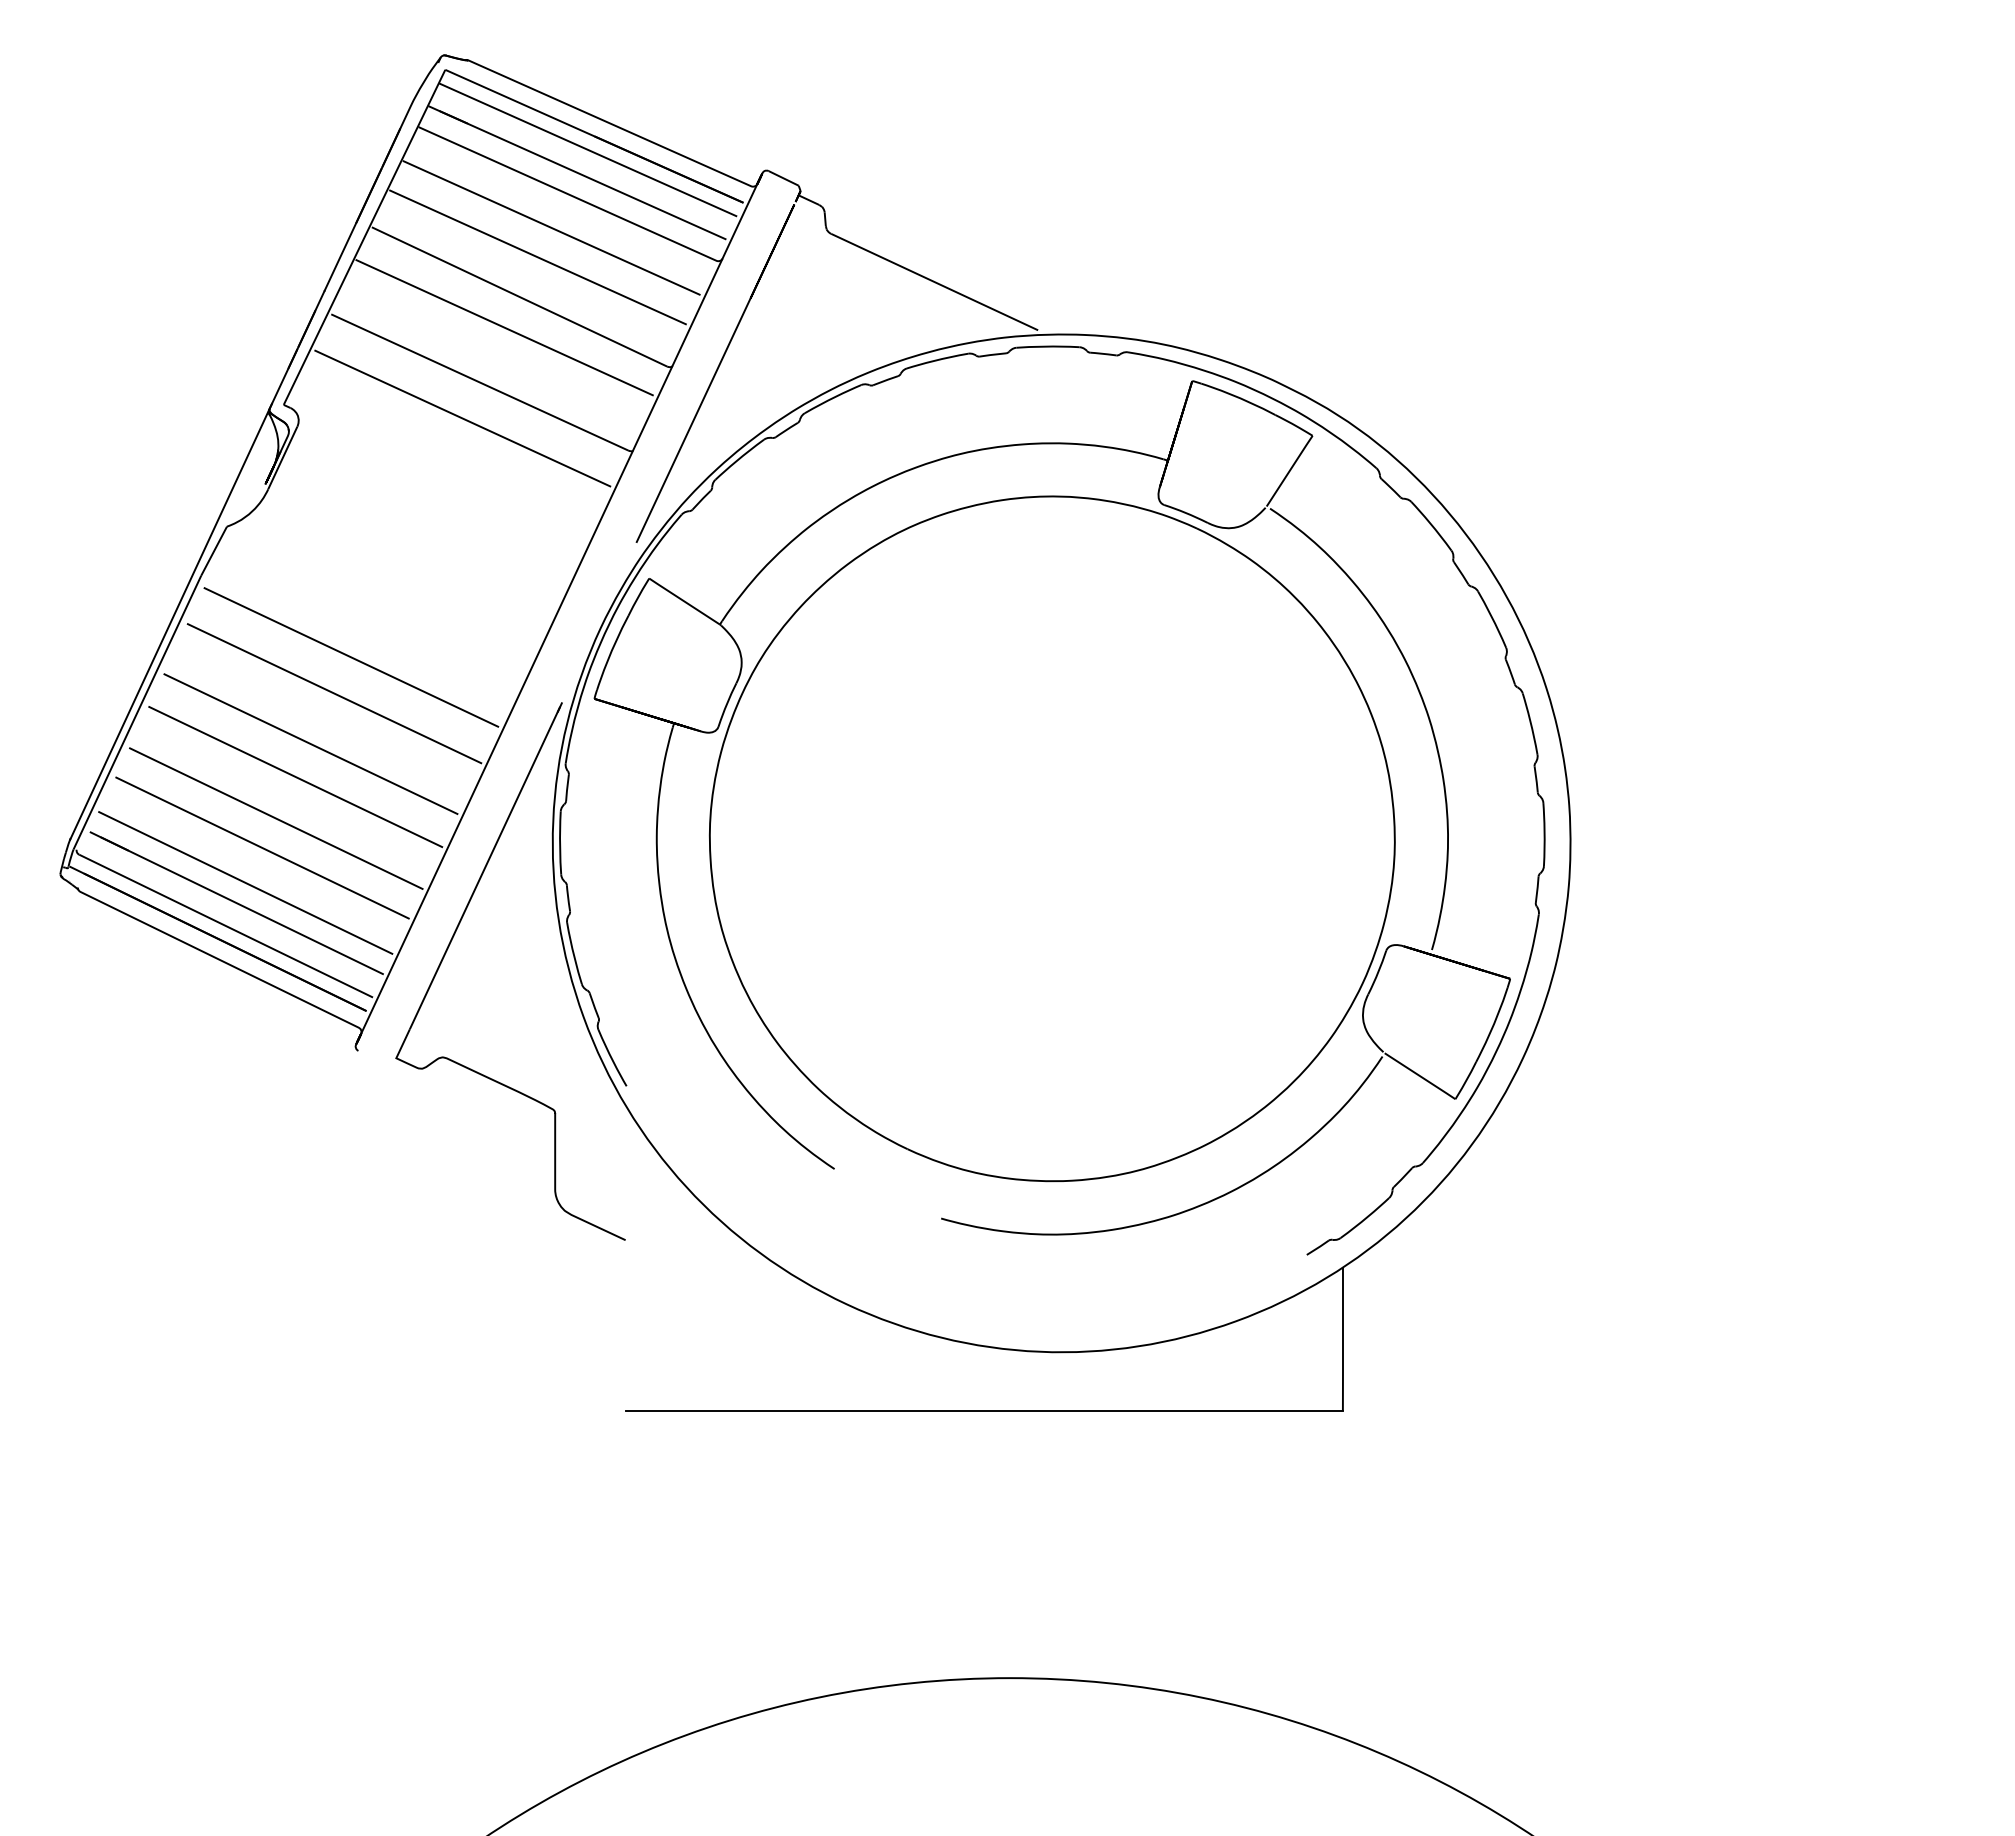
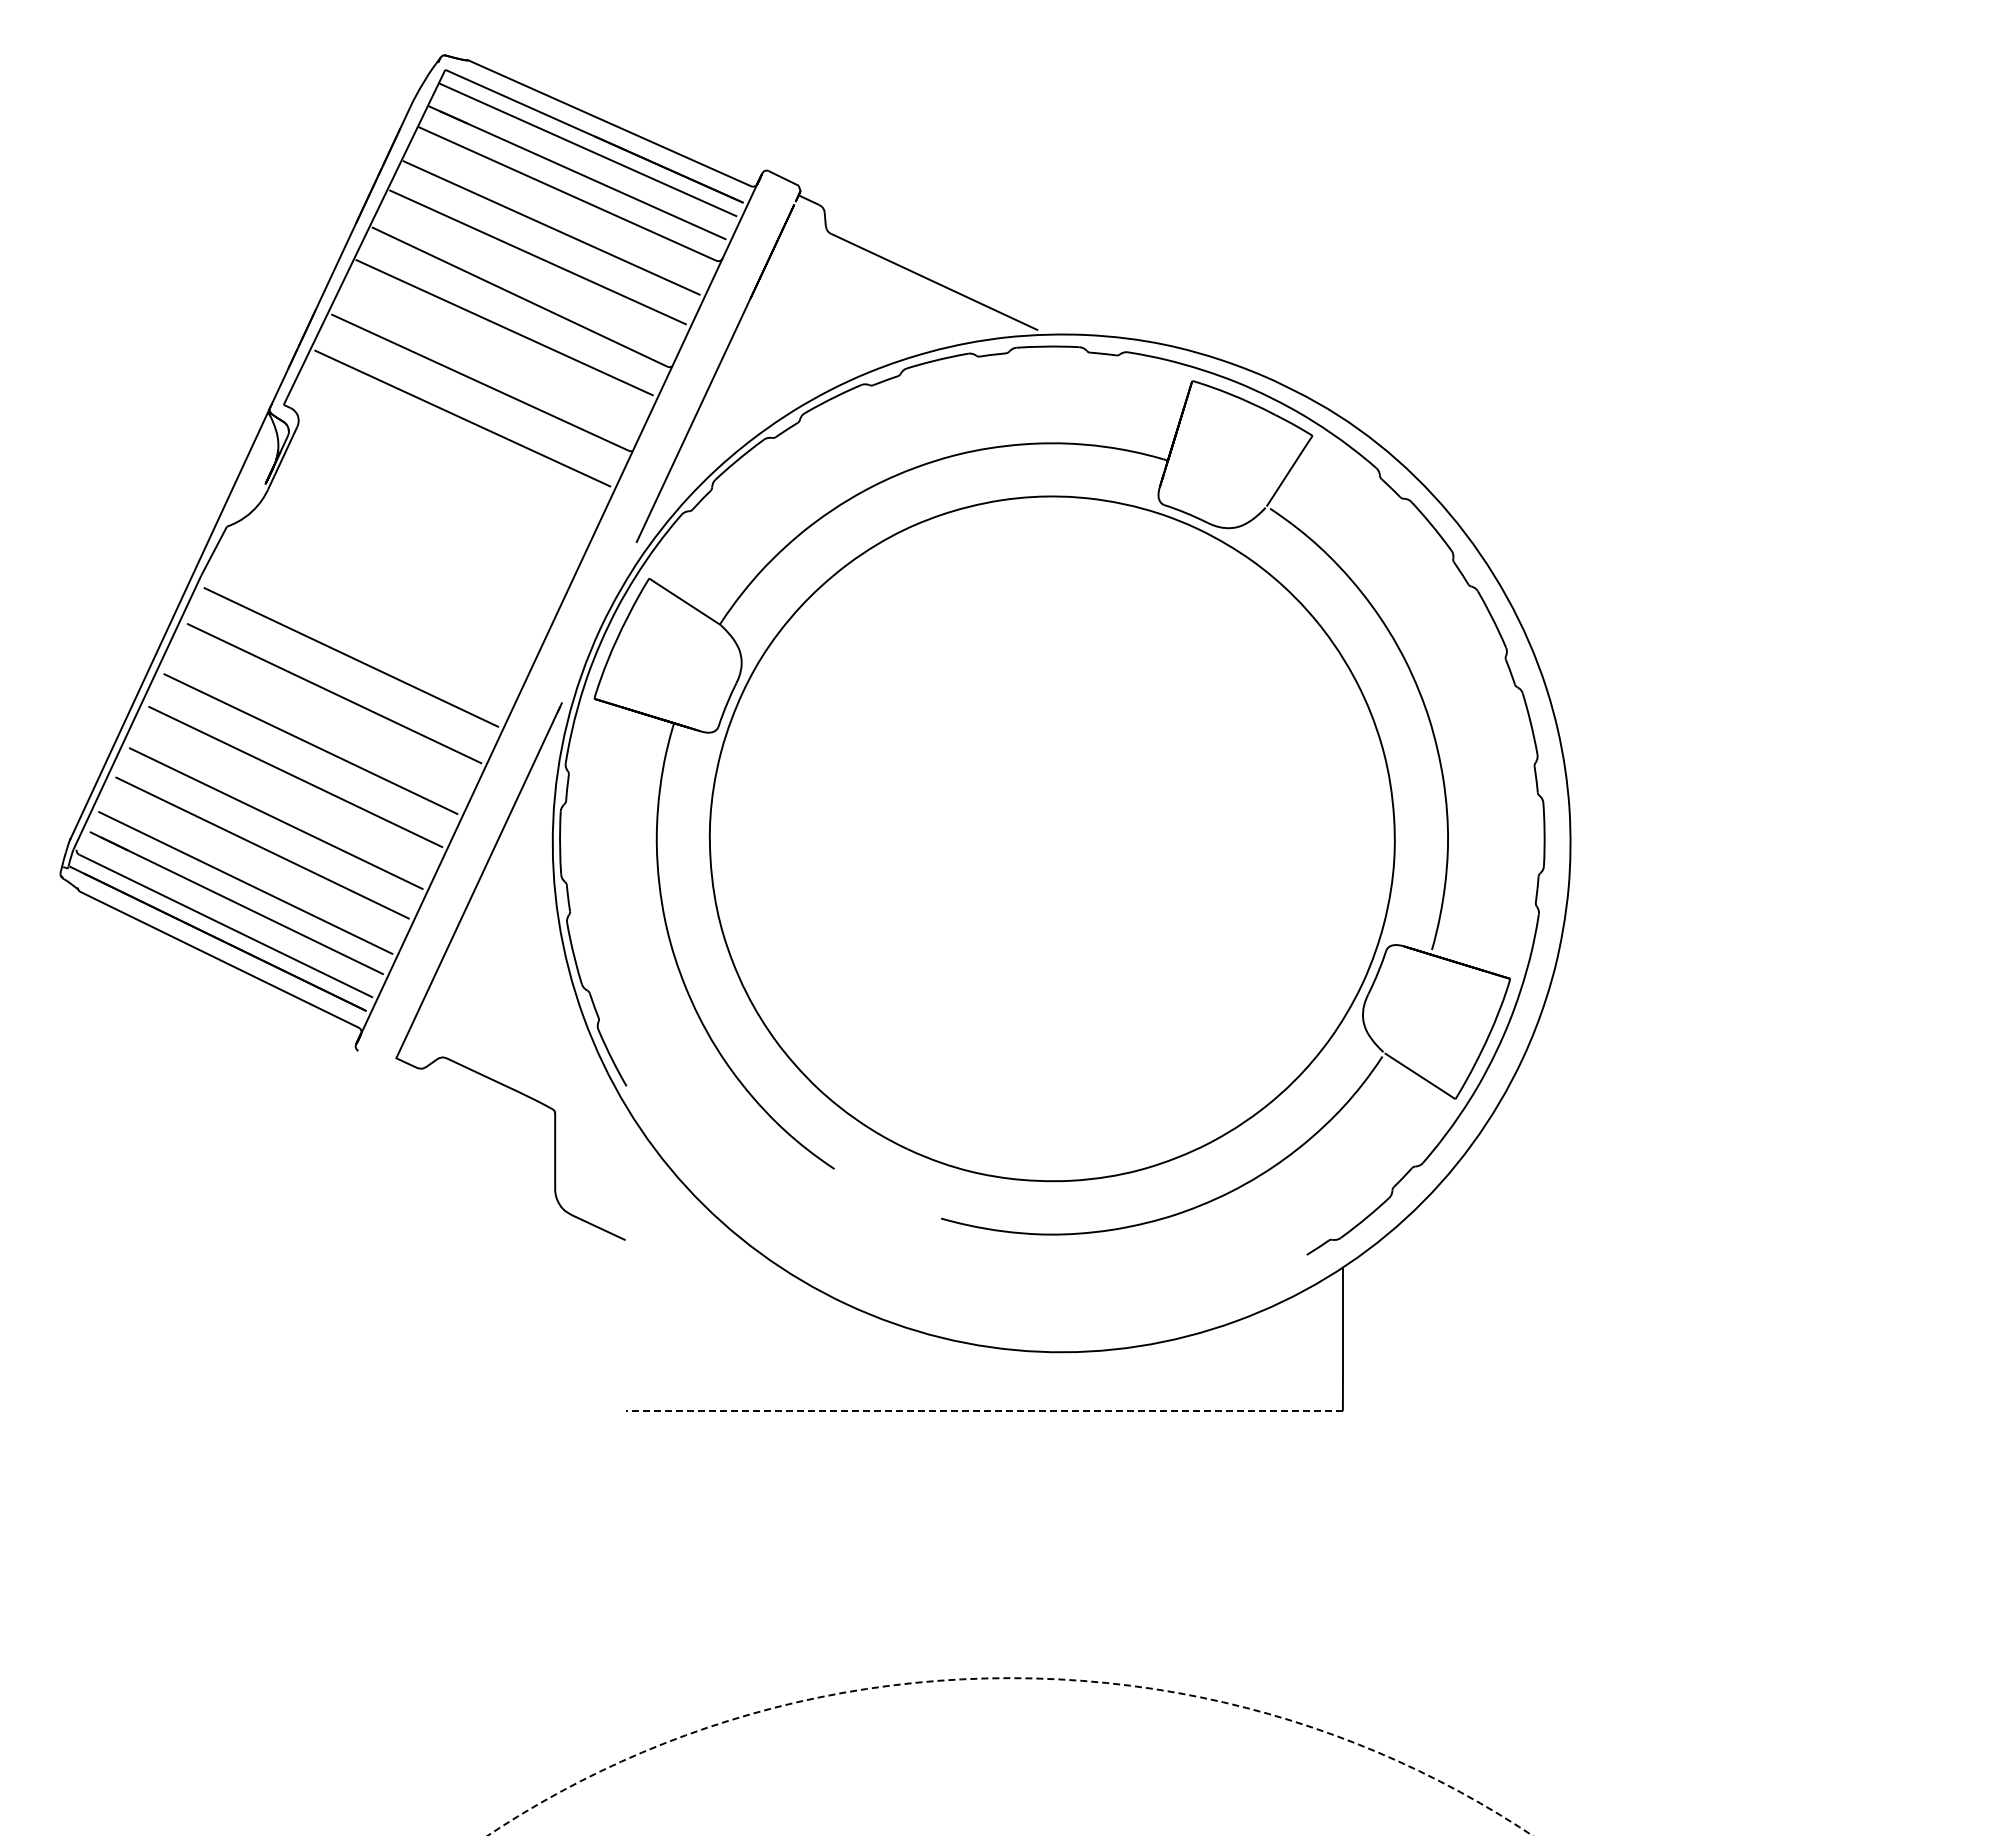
line at (983, 1411): solid -> dashed
circle at (1009, 1756): solid -> dashed
